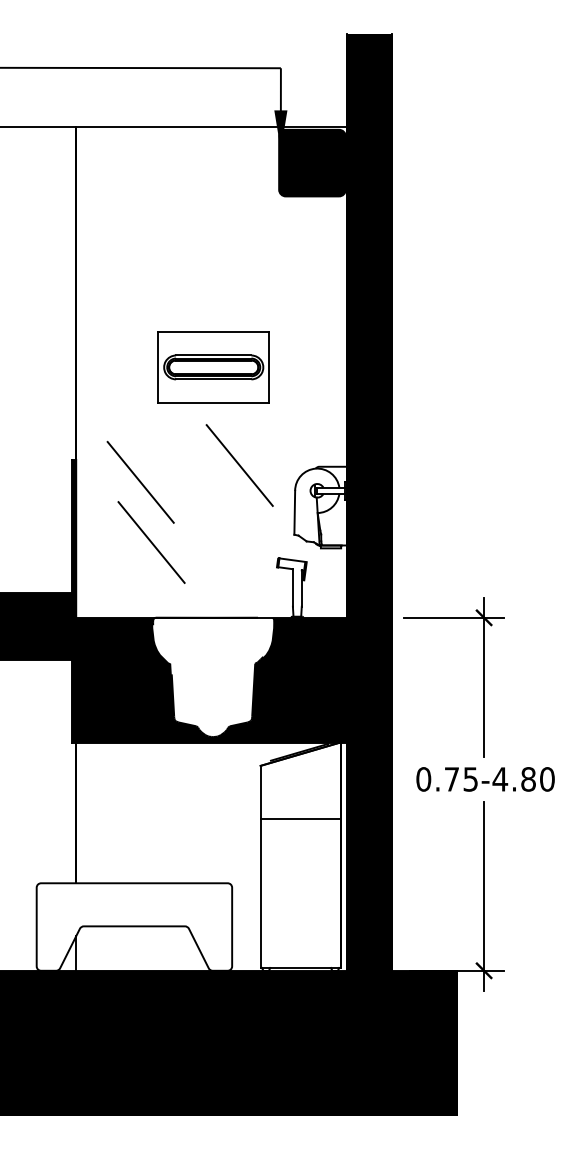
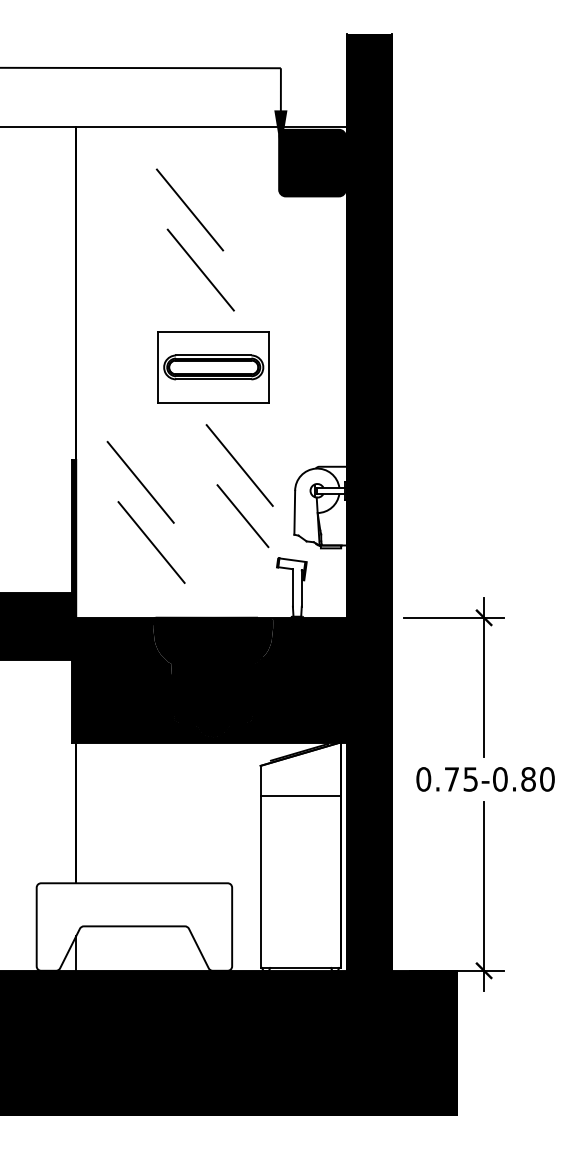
line at (189, 209): none -> present
line at (200, 269): none -> present
line at (242, 516): none -> present
fill at (213, 677): none -> present
text at (500, 779): 0.75-4.80 -> 0.75-0.80
line at (300, 819) position: (300, 819) -> (300, 796)
